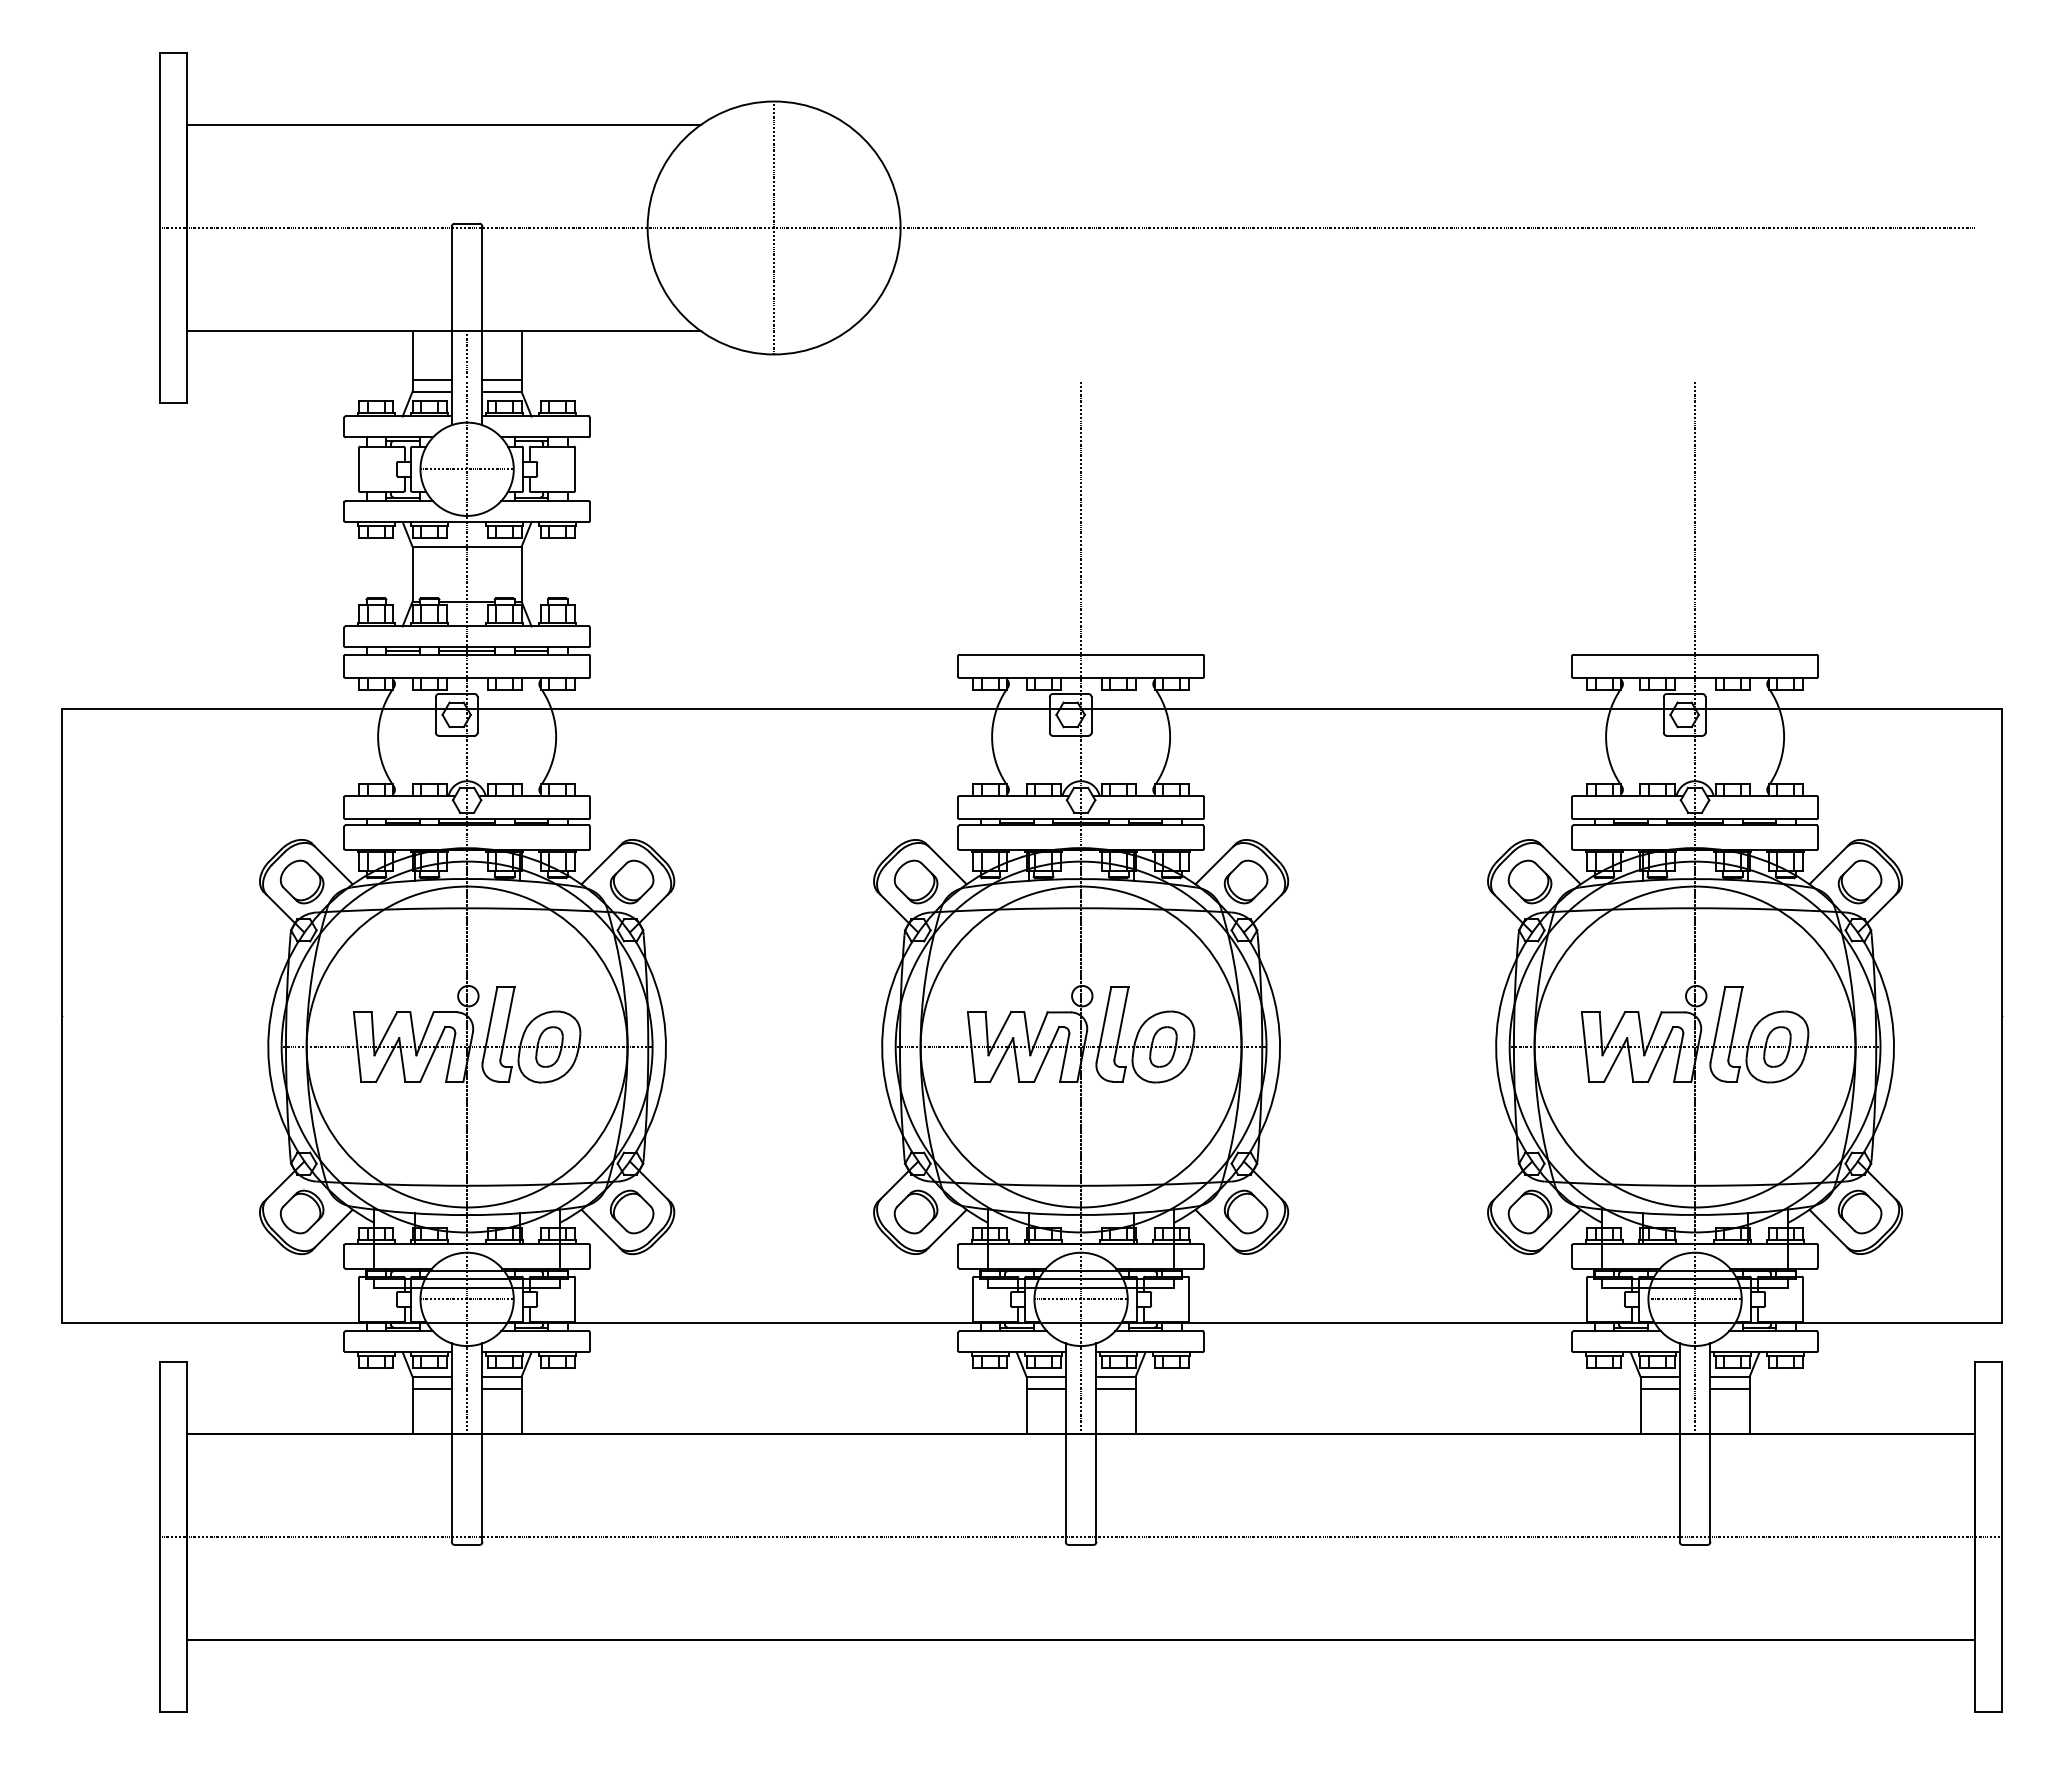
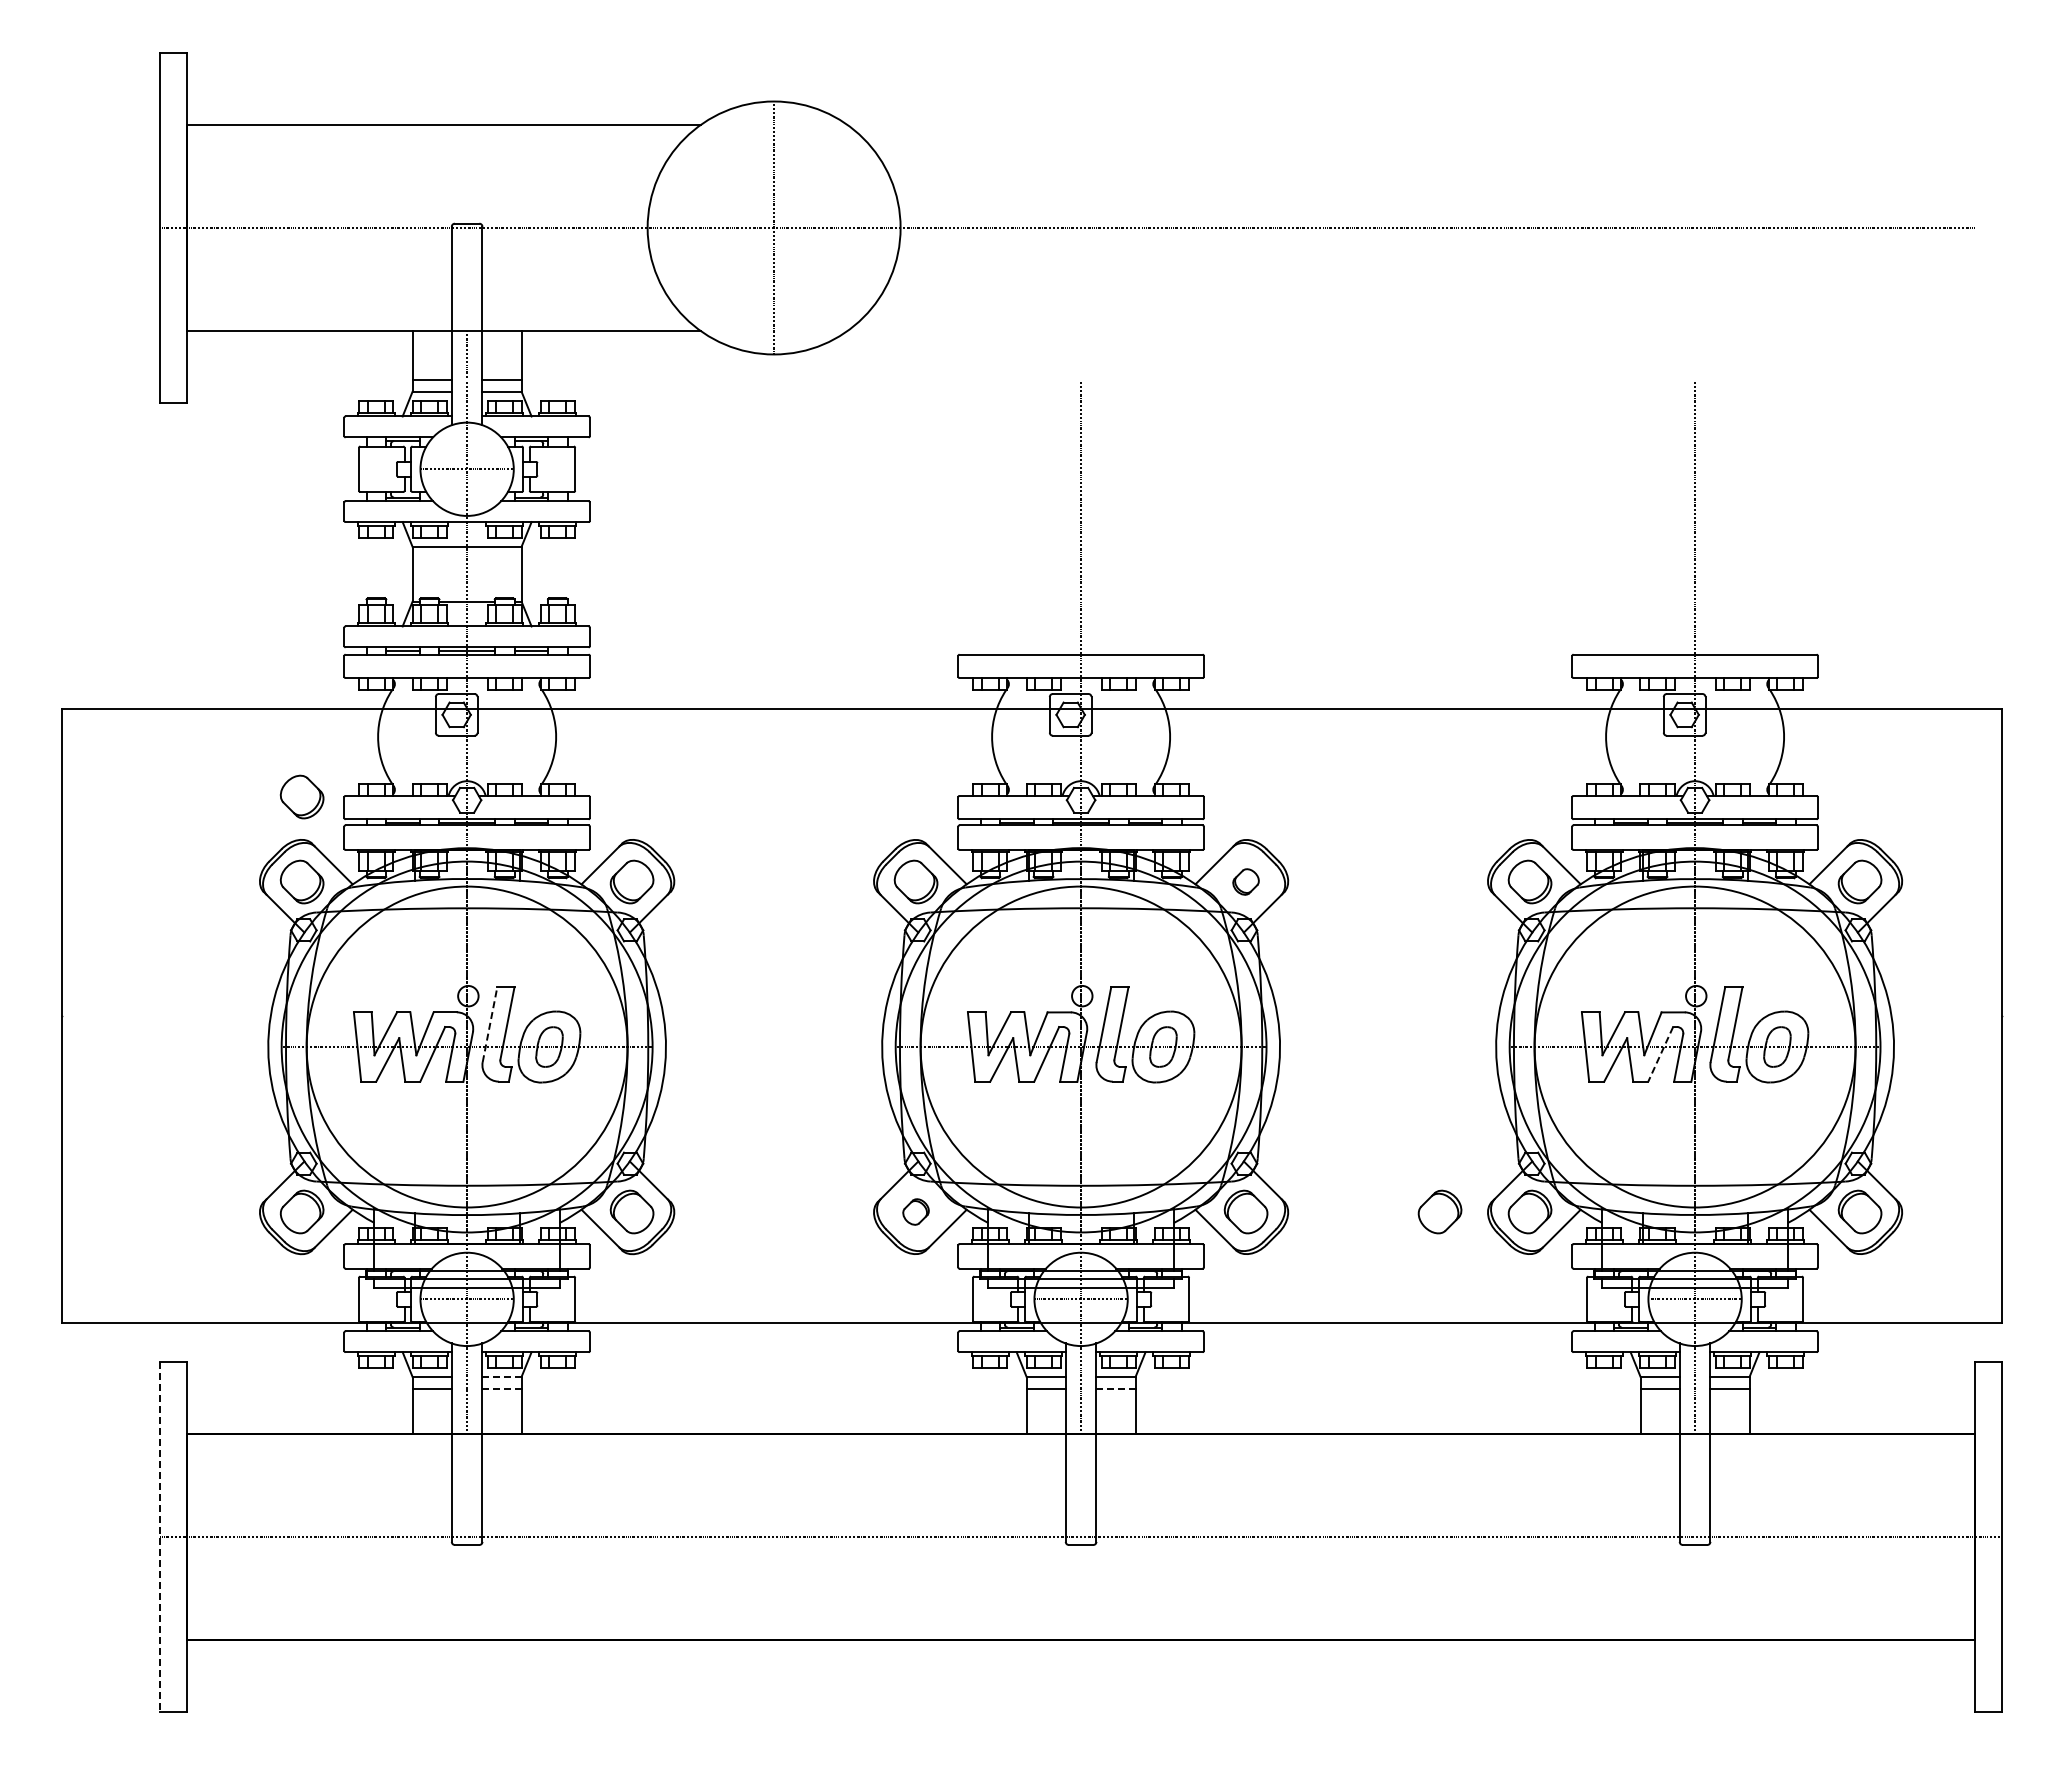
part at (301, 796): none -> present
part at (1245, 881) size: 46x46 px -> 28x28 px
line at (490, 1024): solid -> dashed
line at (1660, 1054): solid -> dashed
part at (915, 1211) size: 46x46 px -> 28x28 px
part at (1439, 1211): none -> present
line at (502, 1376): solid -> dashed
line at (502, 1389): solid -> dashed
line at (1116, 1389): solid -> dashed
line at (160, 1536): solid -> dashed
